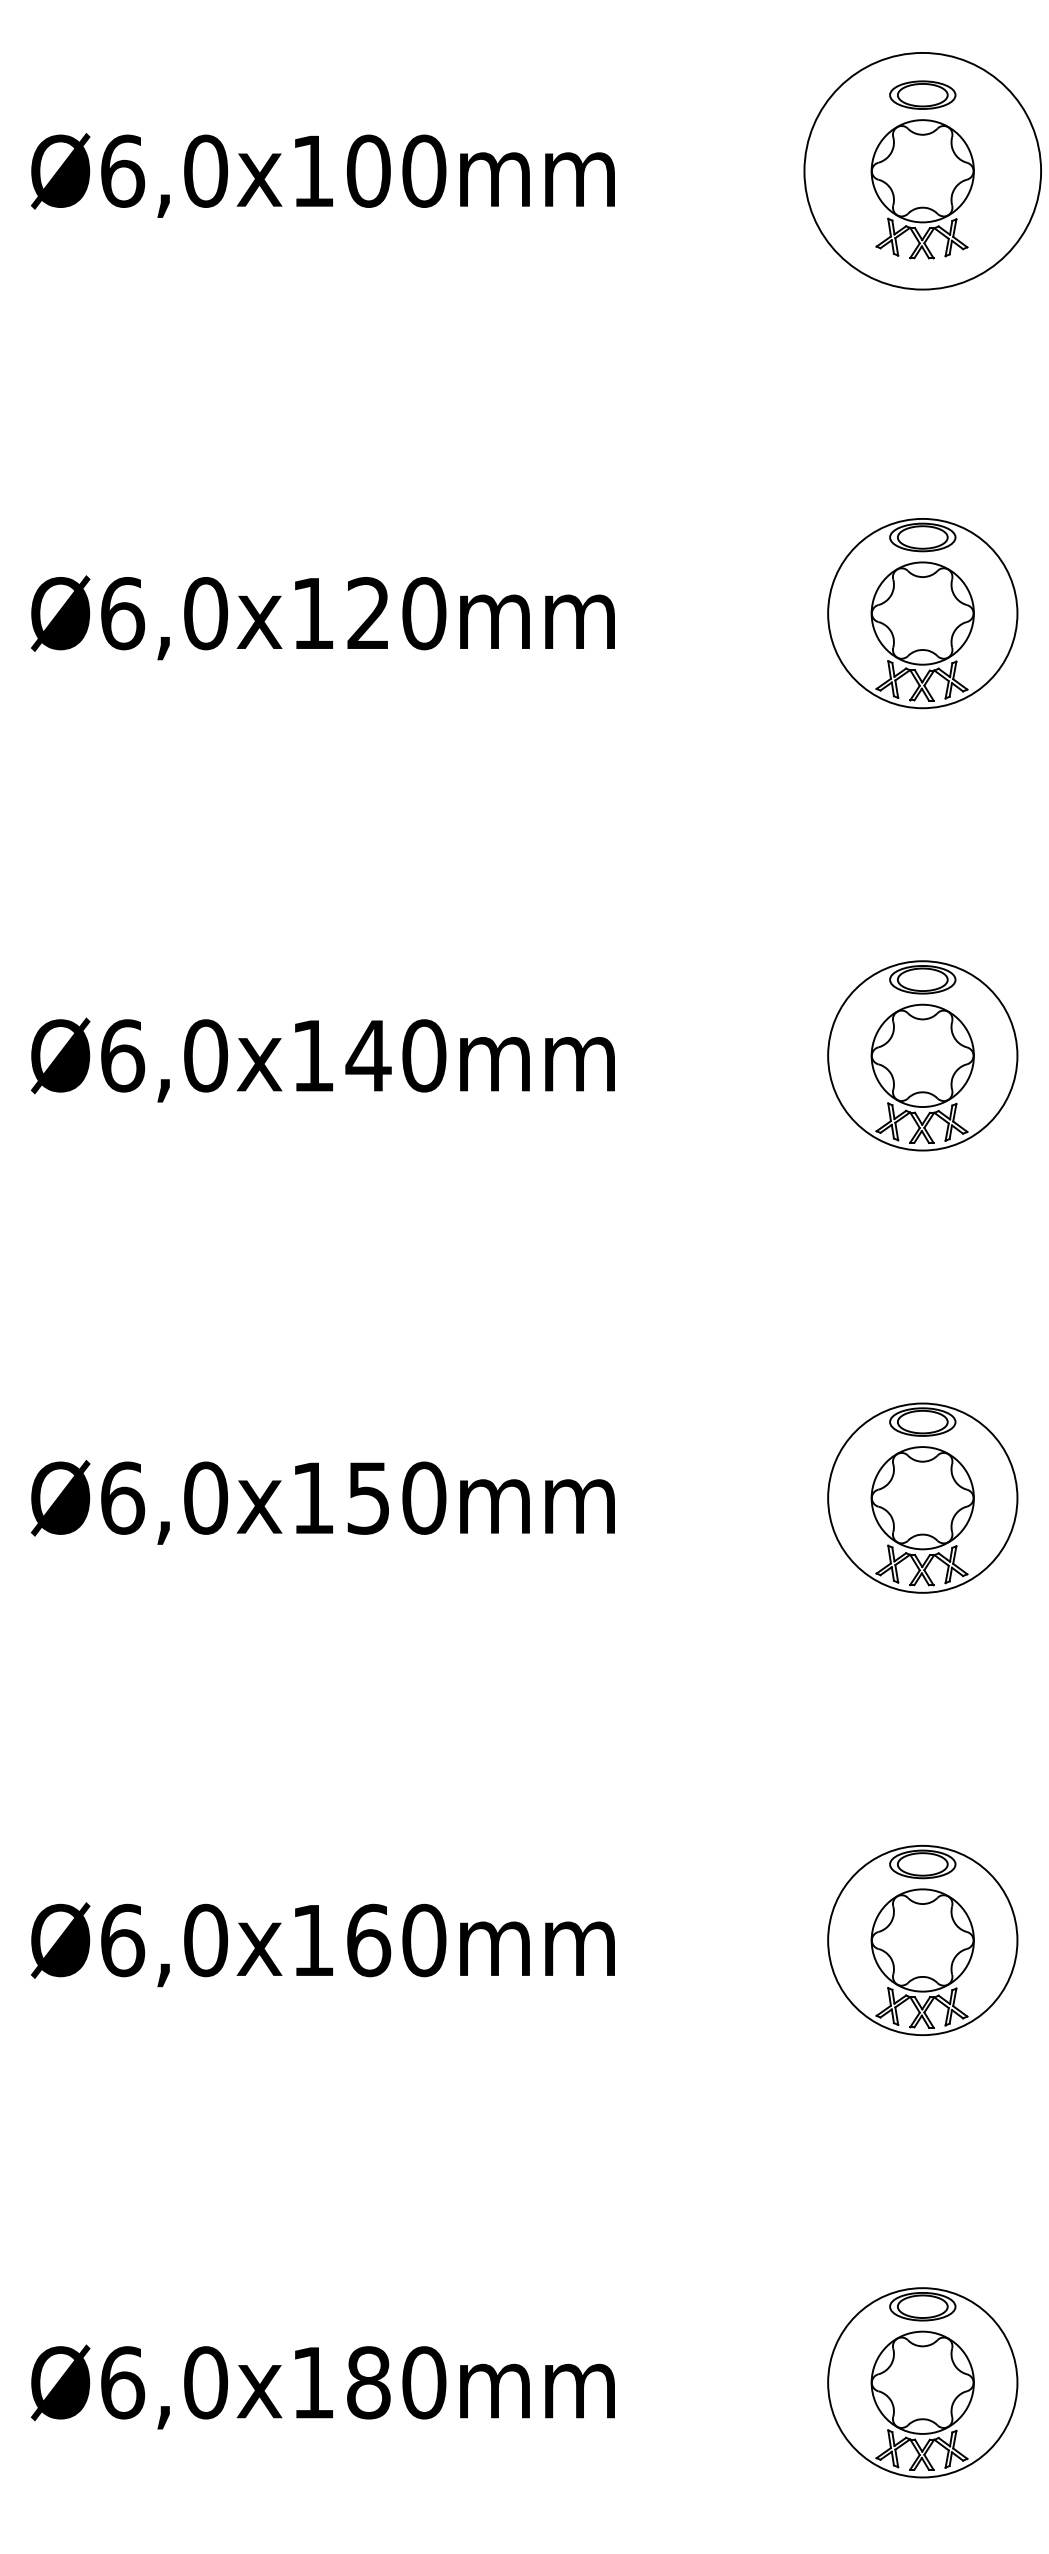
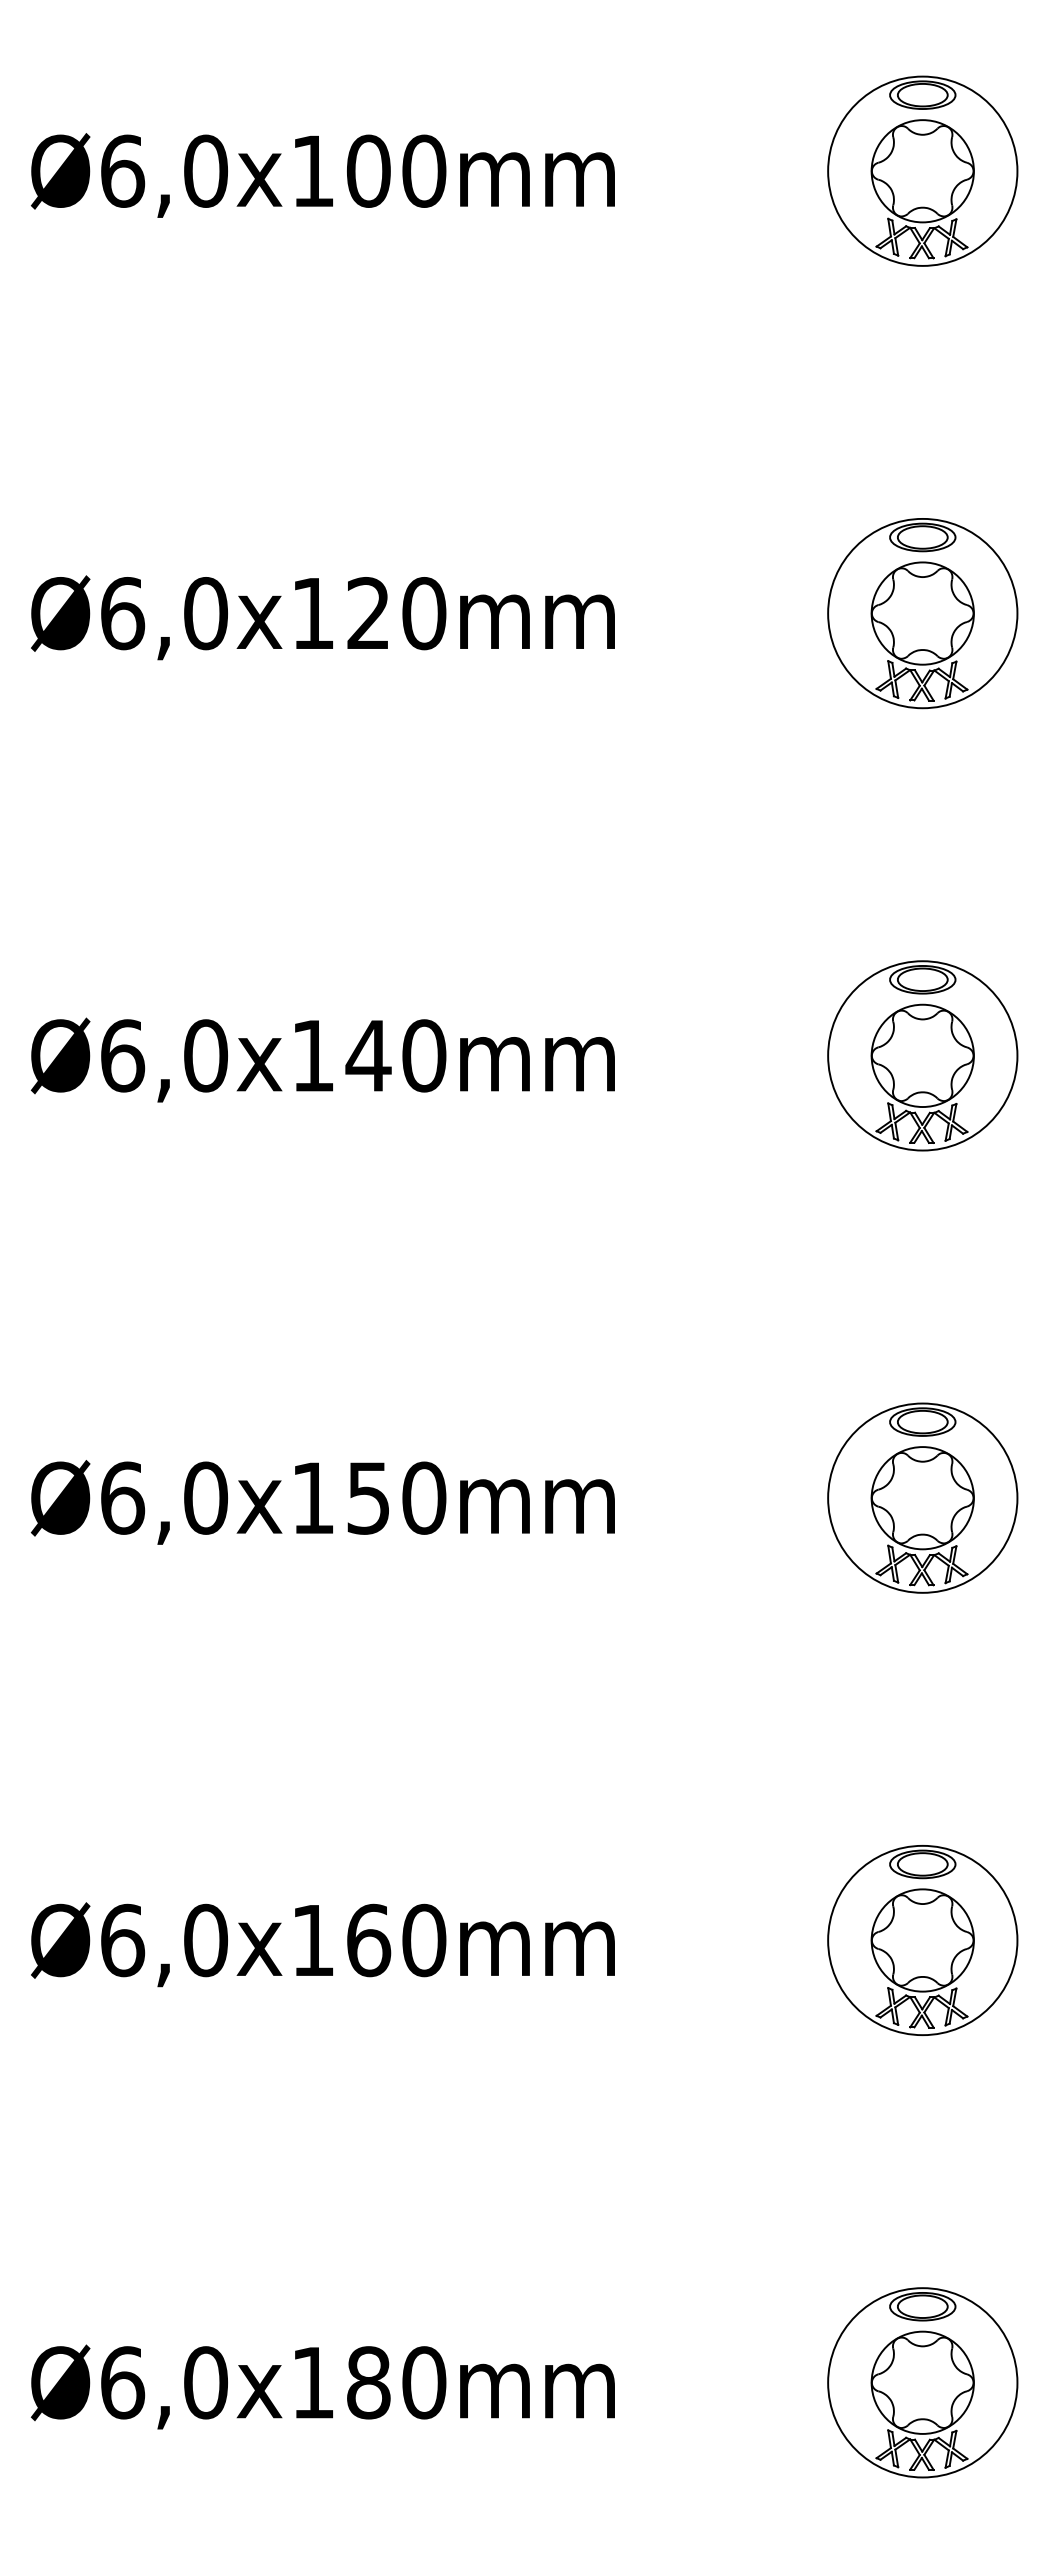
circle at (922, 170) diameter: 237 px -> 189 px
